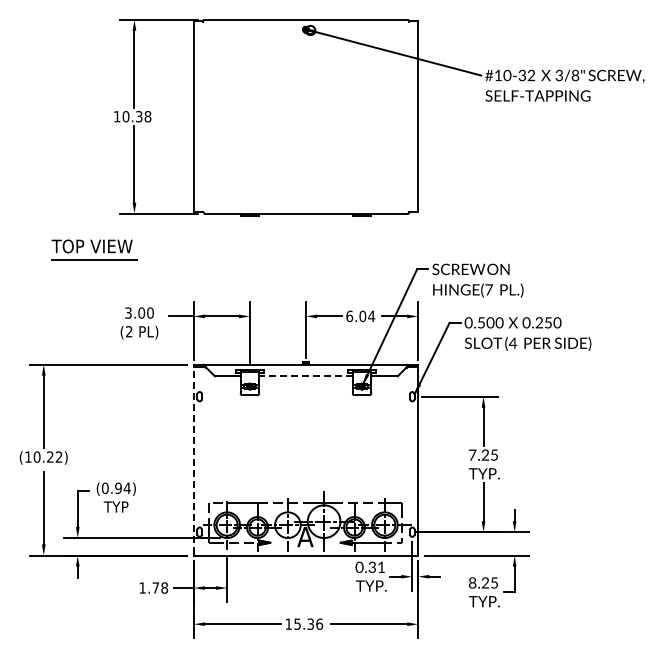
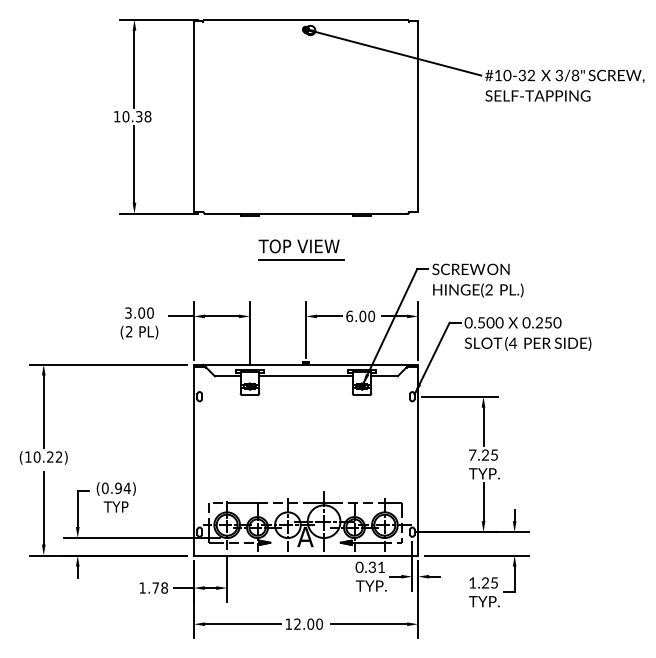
part at (94, 249) position: (94, 249) -> (301, 249)
text at (488, 289): (7 -> (2
text at (371, 316): 6.04 -> 6.00
line at (306, 376): dashed -> solid
line at (193, 459): dashed -> solid
text at (472, 582): 8.25 -> 1.25
text at (308, 623): 15.36 -> 12.00
